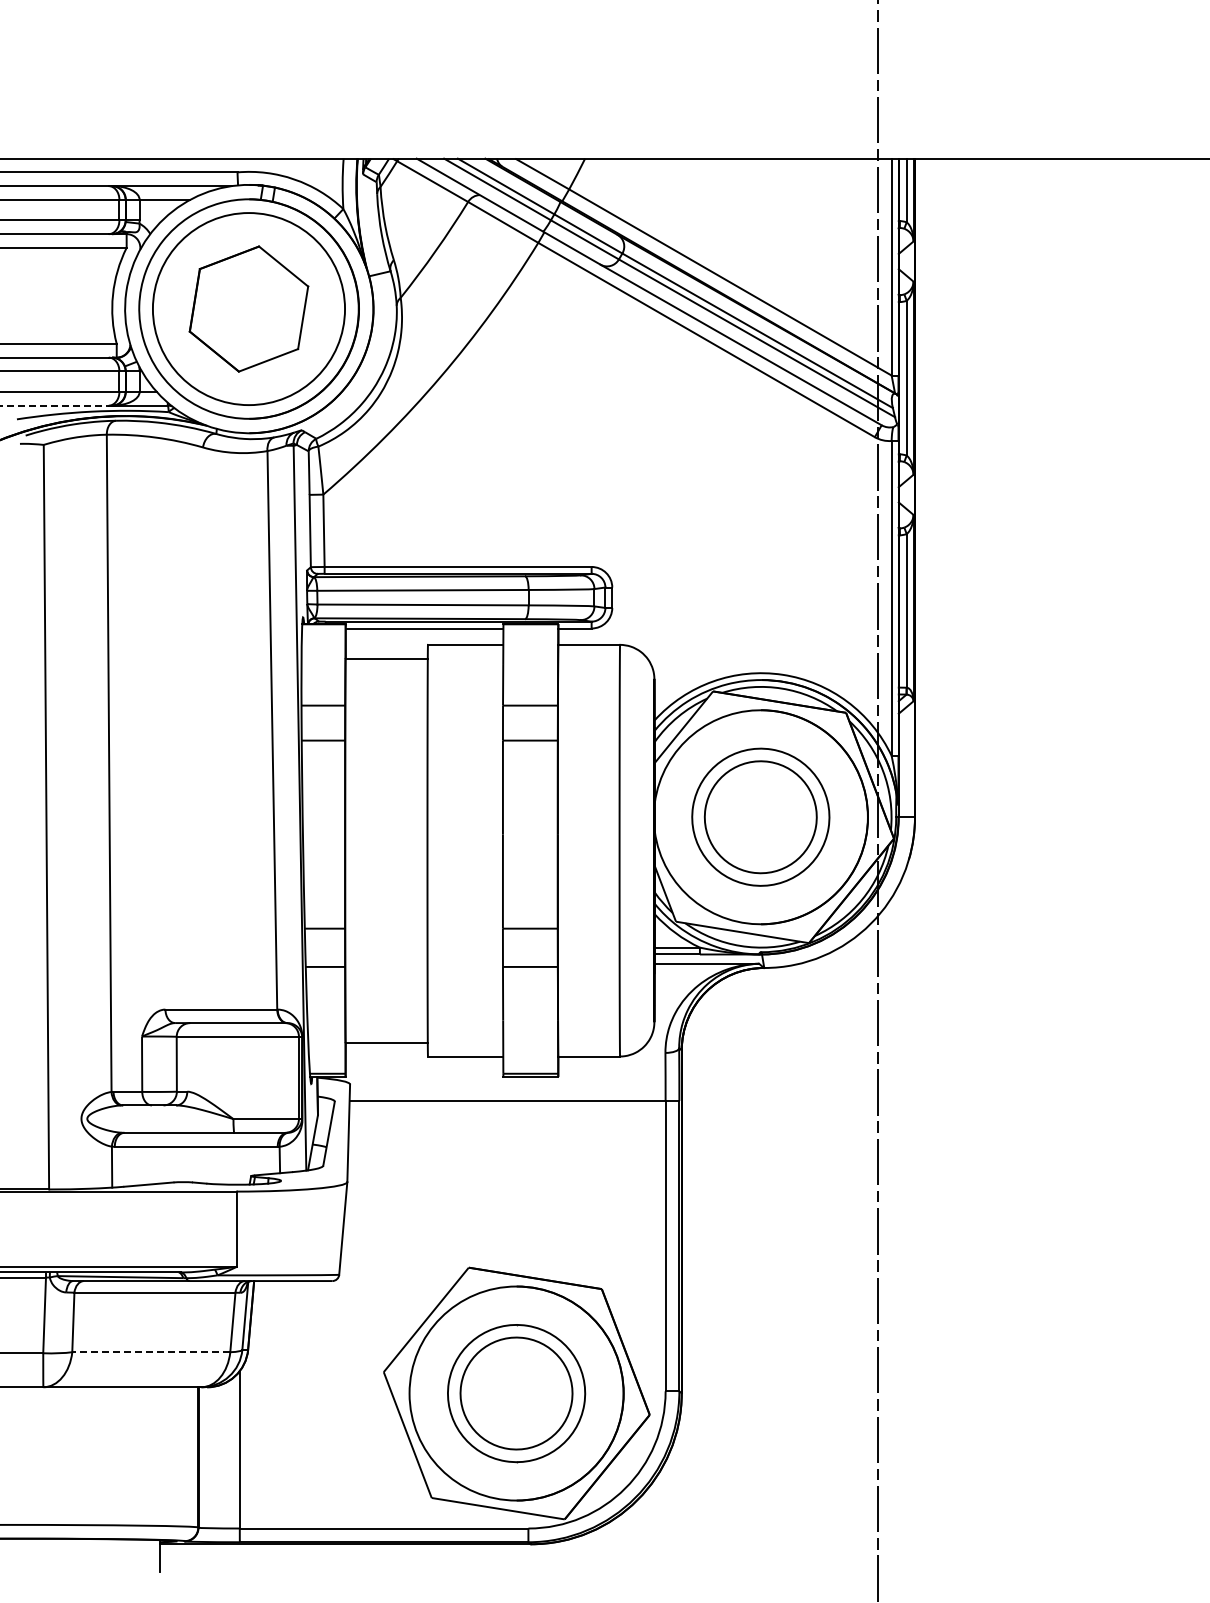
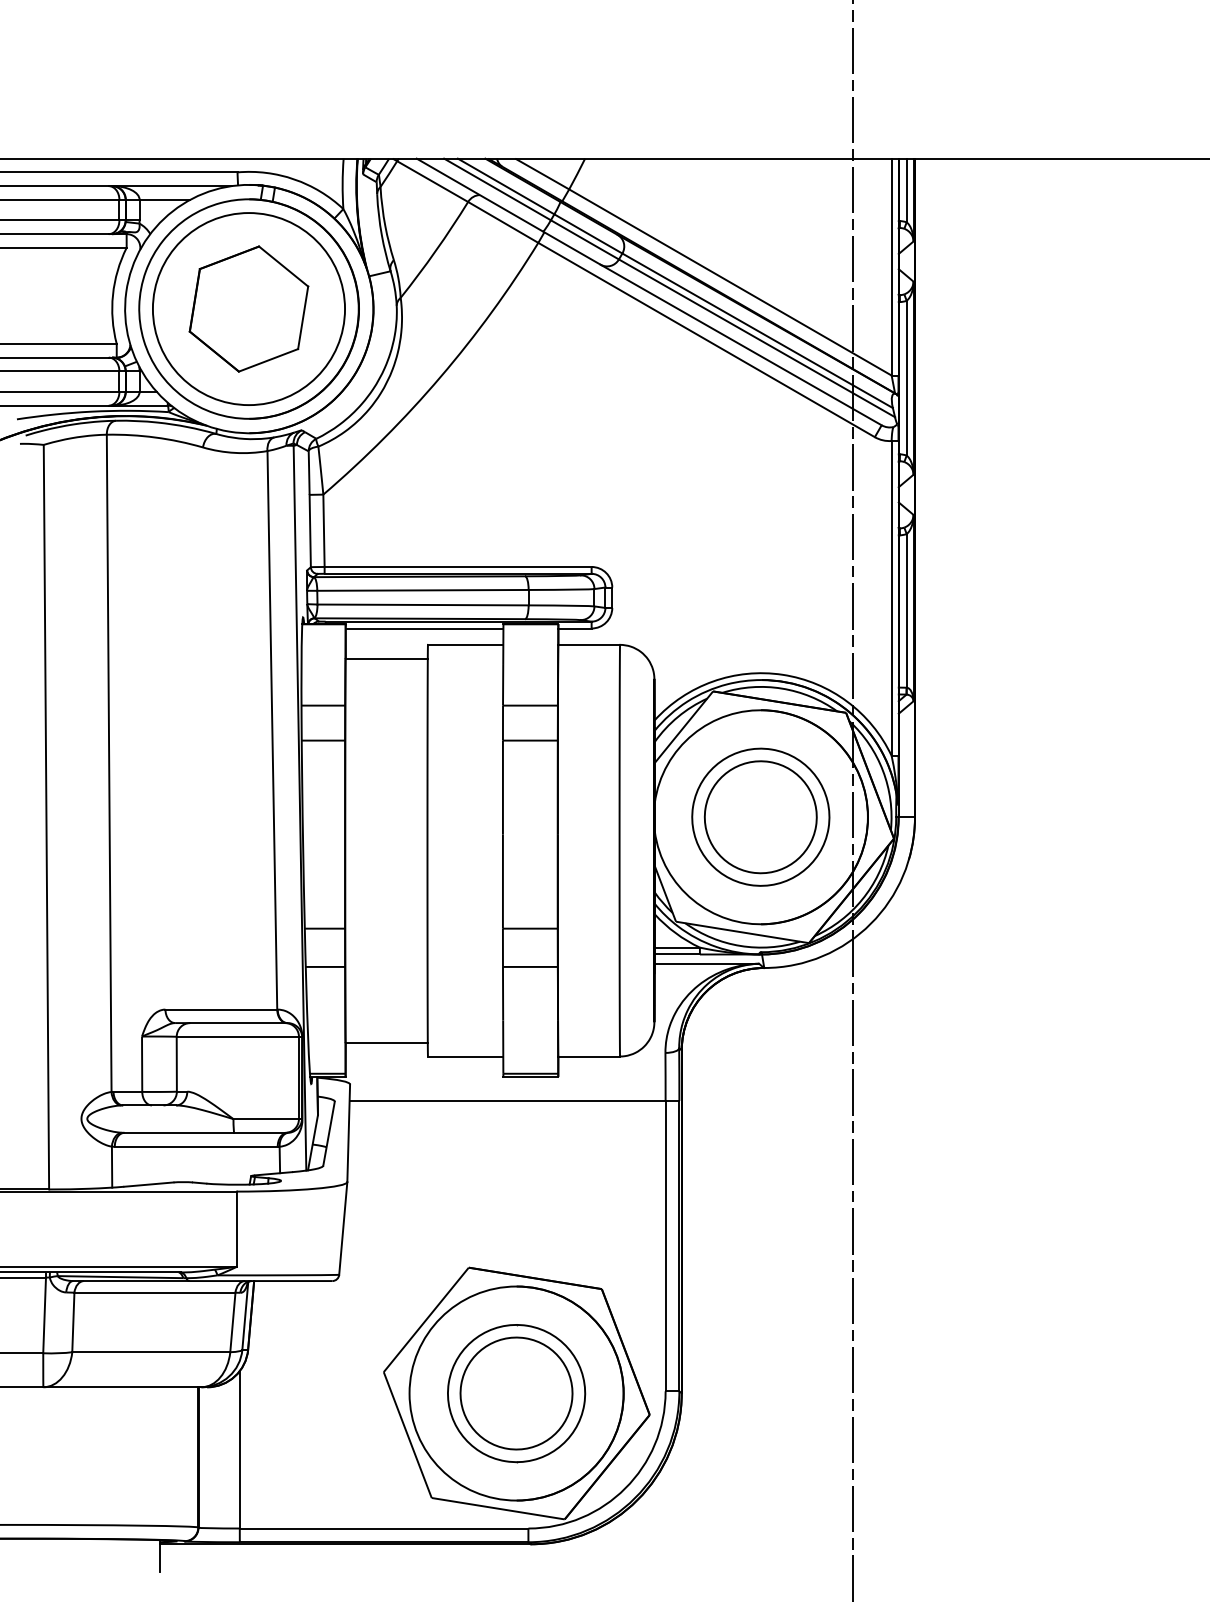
line at (54, 405): dashed -> solid
line at (877, 800) position: (877, 800) -> (852, 800)
line at (150, 1352): dashed -> solid
